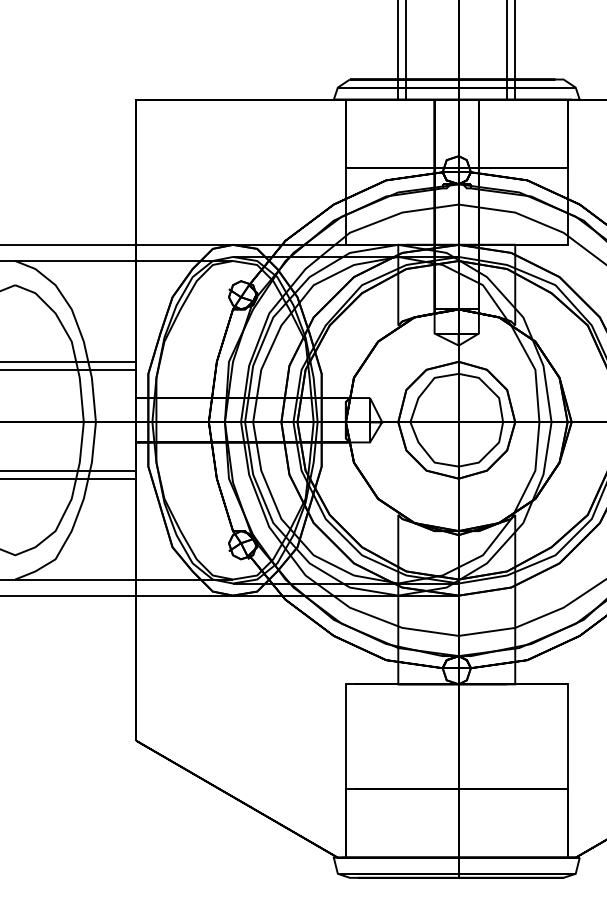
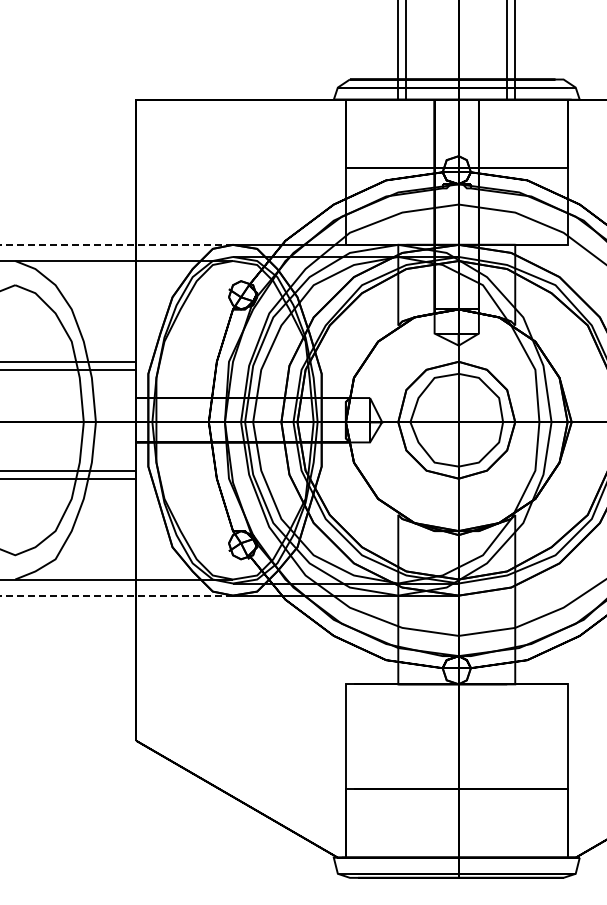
line at (116, 244): solid -> dashed
line at (116, 595): solid -> dashed
